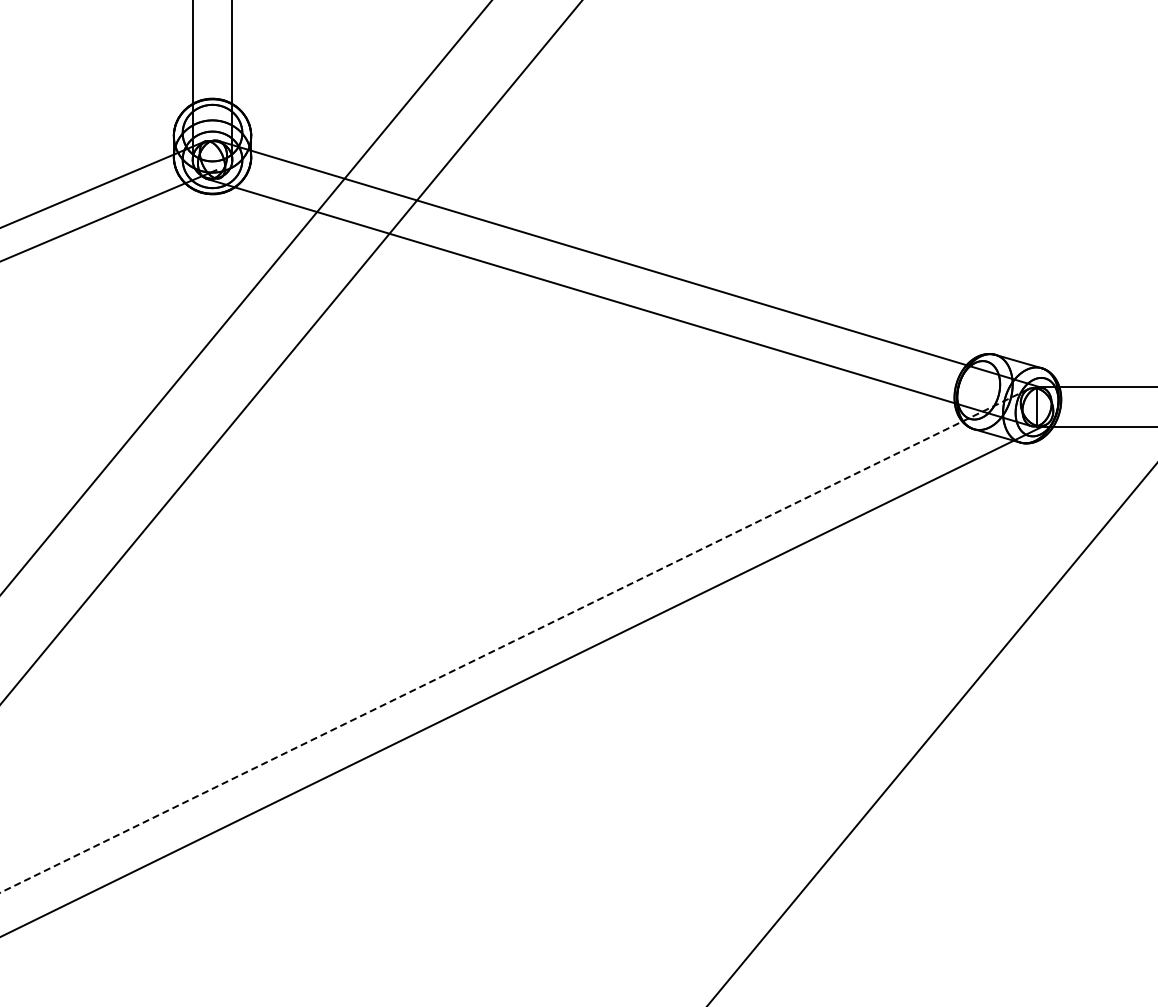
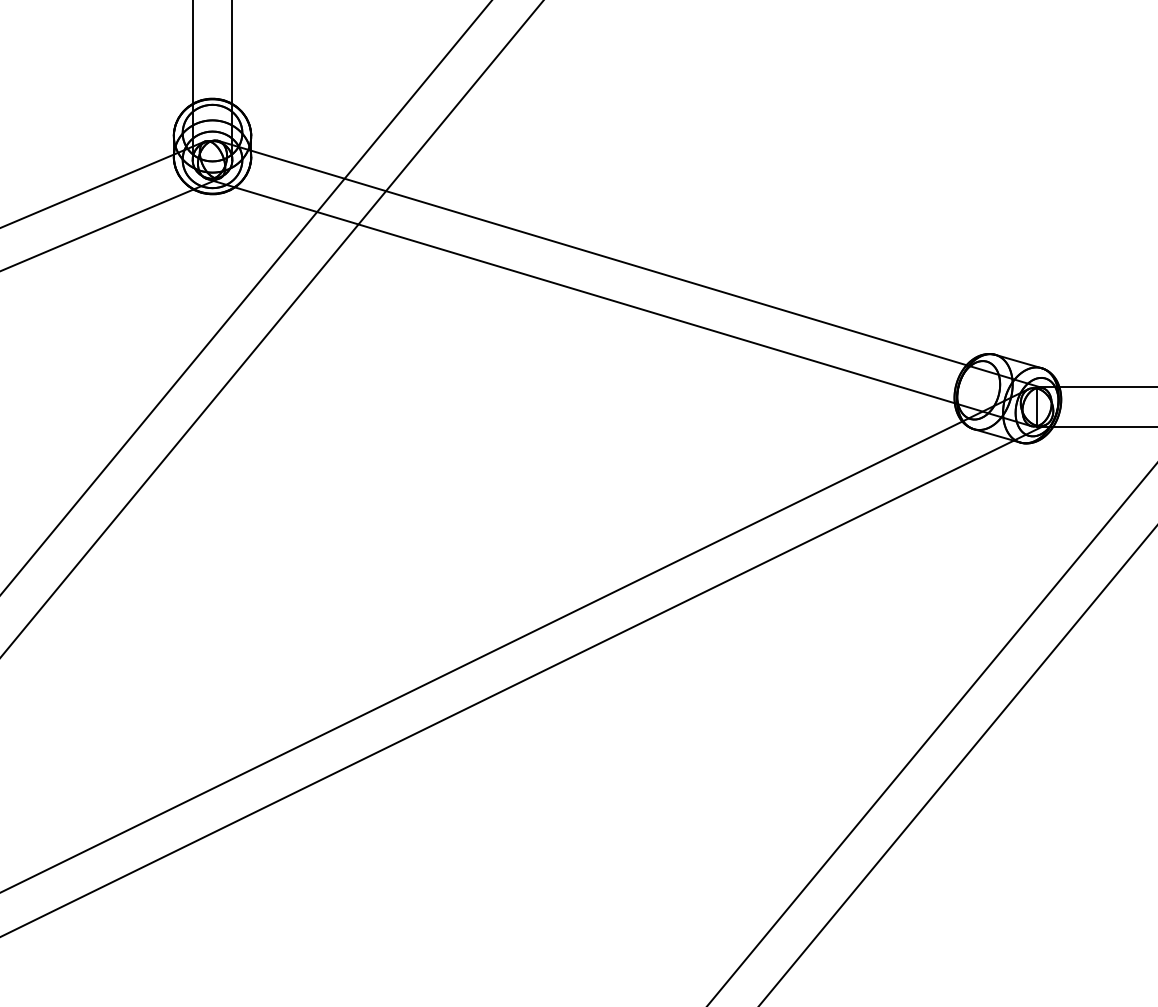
line at (109, 215) position: (109, 215) -> (111, 224)
line at (291, 352) position: (291, 352) -> (272, 328)
line at (513, 641): dashed -> solid
line at (957, 765): none -> present
